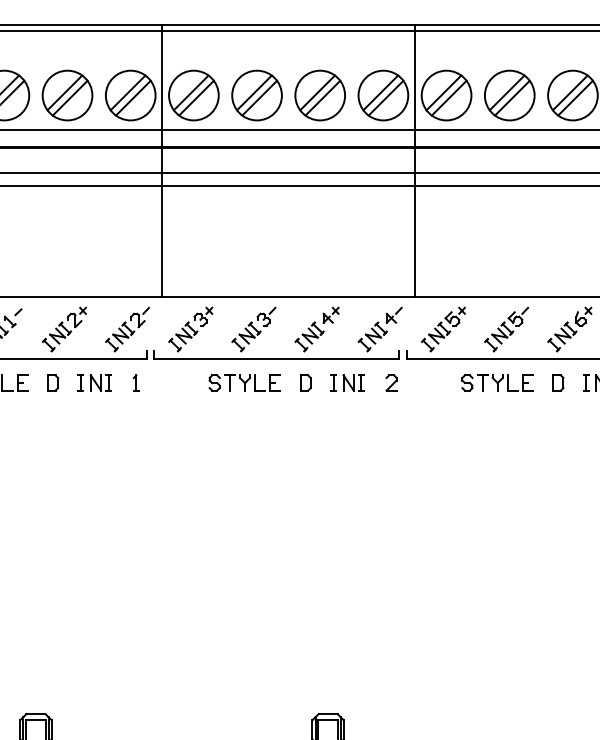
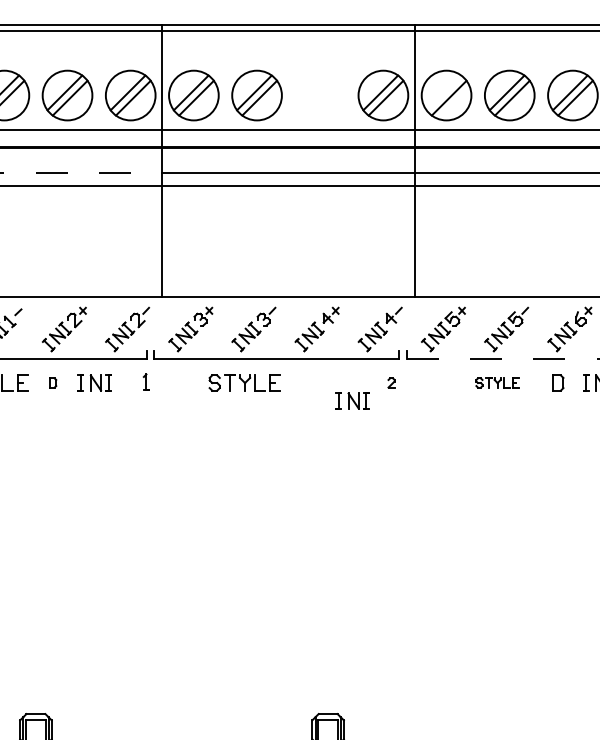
line at (443, 92): present -> none
part at (319, 95): present -> none
line at (81, 172): solid -> dashed
line at (504, 358): solid -> dashed
part at (53, 382) size: 13x18 px -> 9x12 px
part at (135, 382) position: (135, 382) -> (145, 381)
part at (305, 382): present -> none
part at (347, 382) position: (347, 382) -> (352, 400)
part at (391, 382) size: 13x18 px -> 9x12 px
part at (497, 382) size: 73x18 px -> 45x12 px
